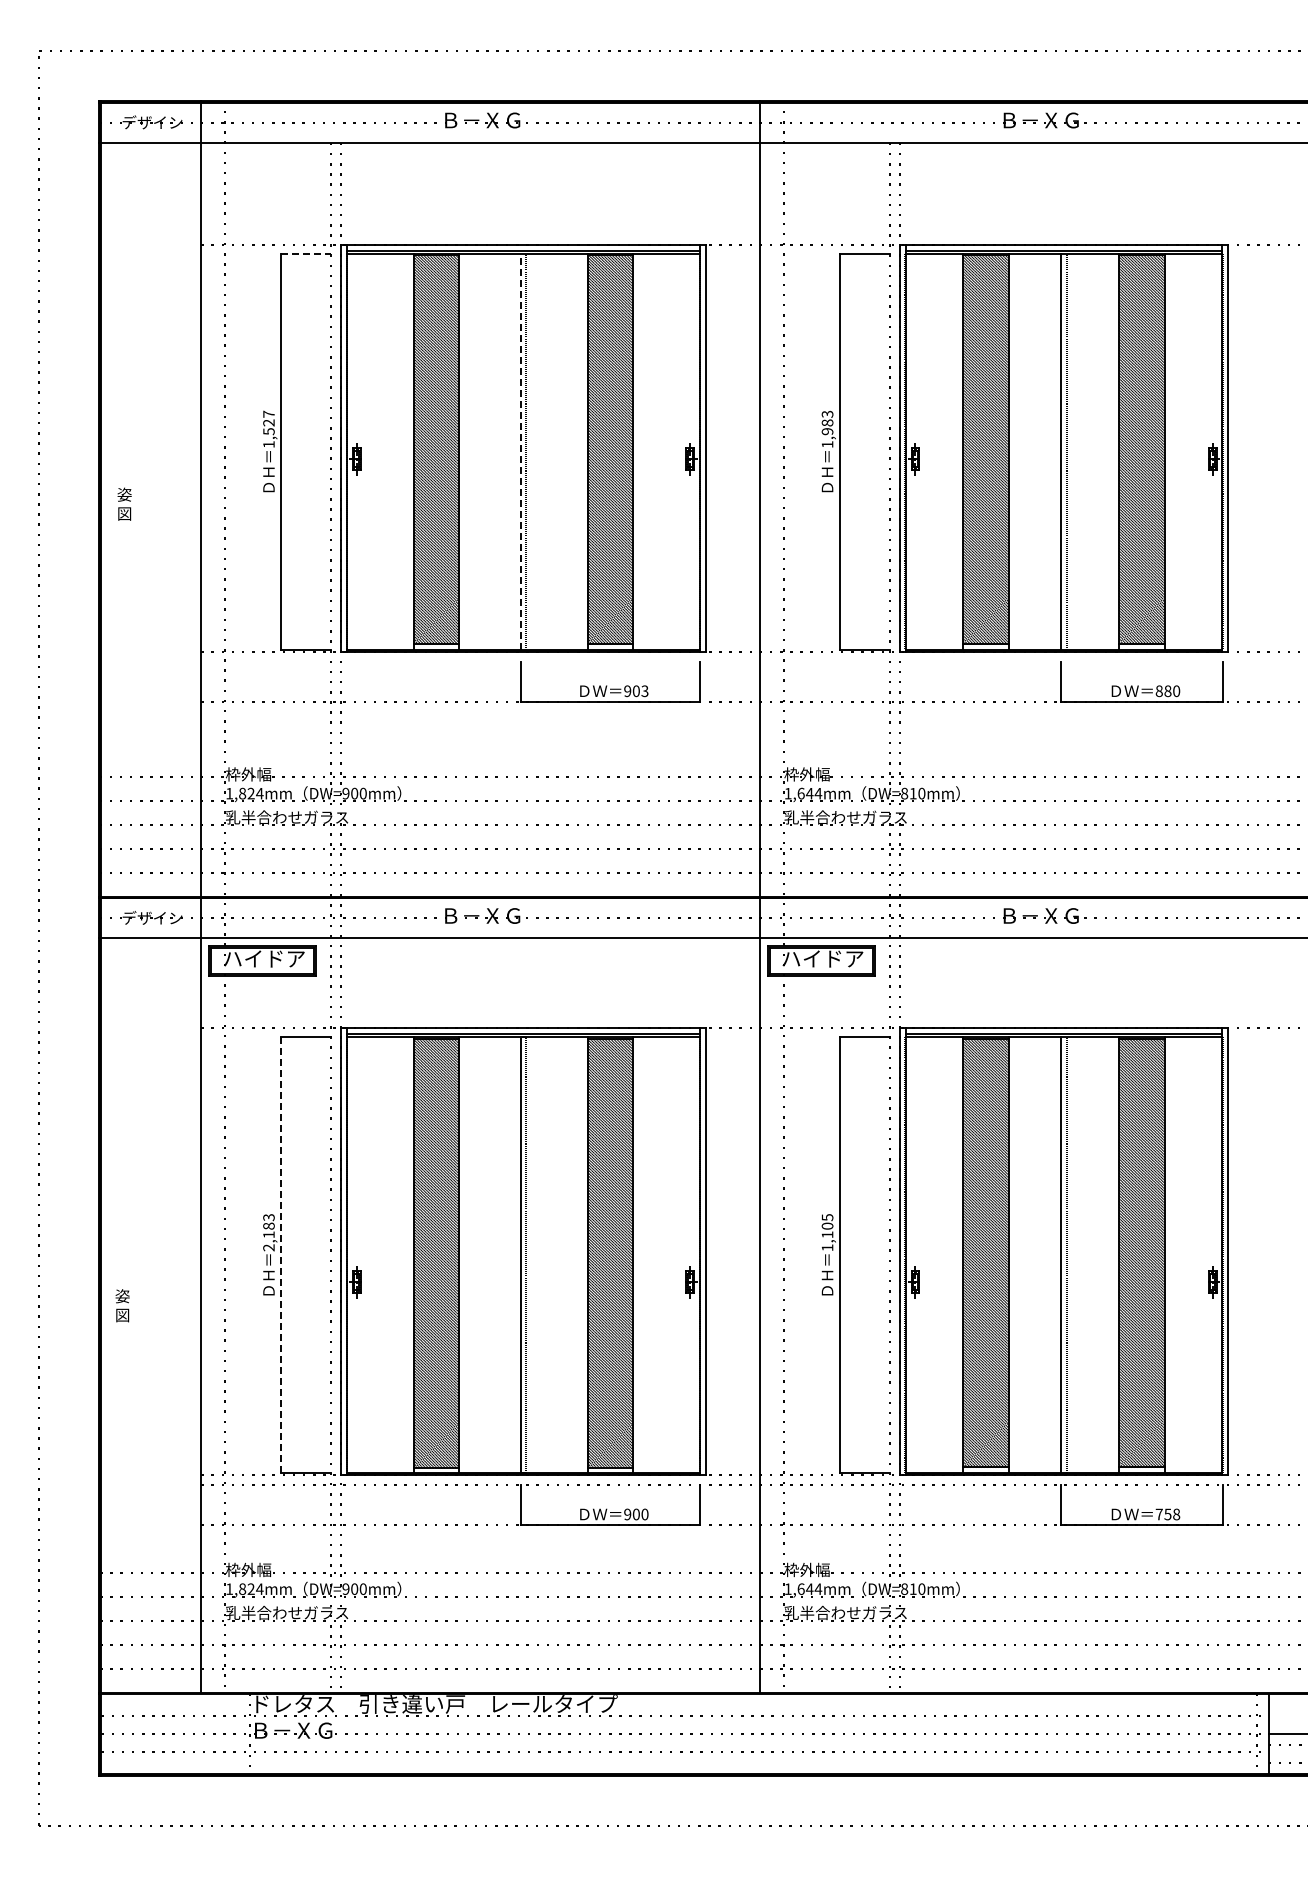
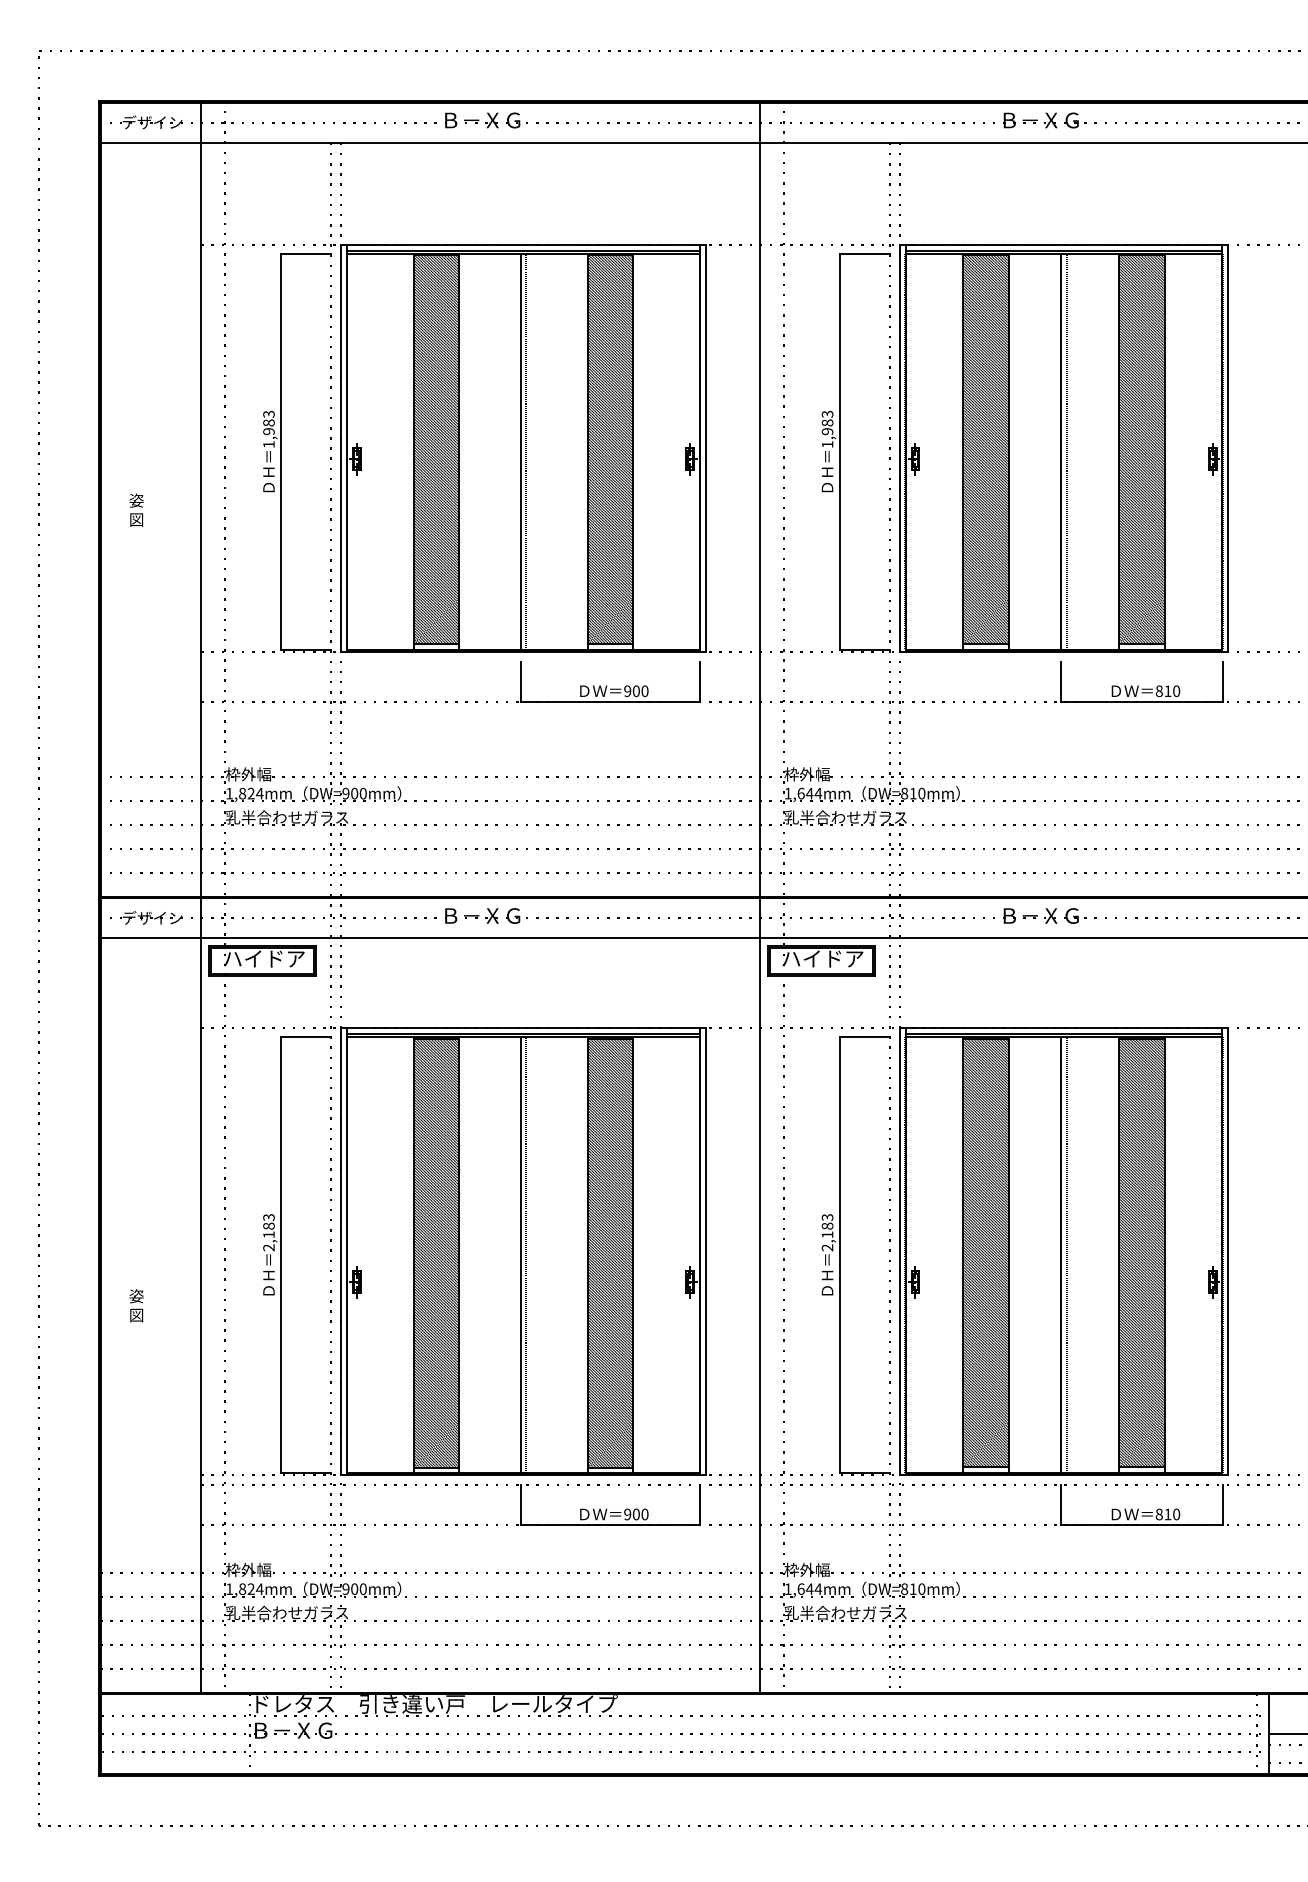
line at (306, 253): dashed -> solid
text at (268, 422): 1,527 -> 1,983
line at (520, 451): dashed -> solid
text at (124, 503) position: (124, 503) -> (136, 509)
text at (644, 690): 903 -> 900
text at (1167, 691): 880 -> 810
text at (827, 1232): 1,105 -> 2,183
line at (281, 1255): dashed -> solid
text at (122, 1305) position: (122, 1305) -> (136, 1305)
text at (1167, 1514): 758 -> 810
